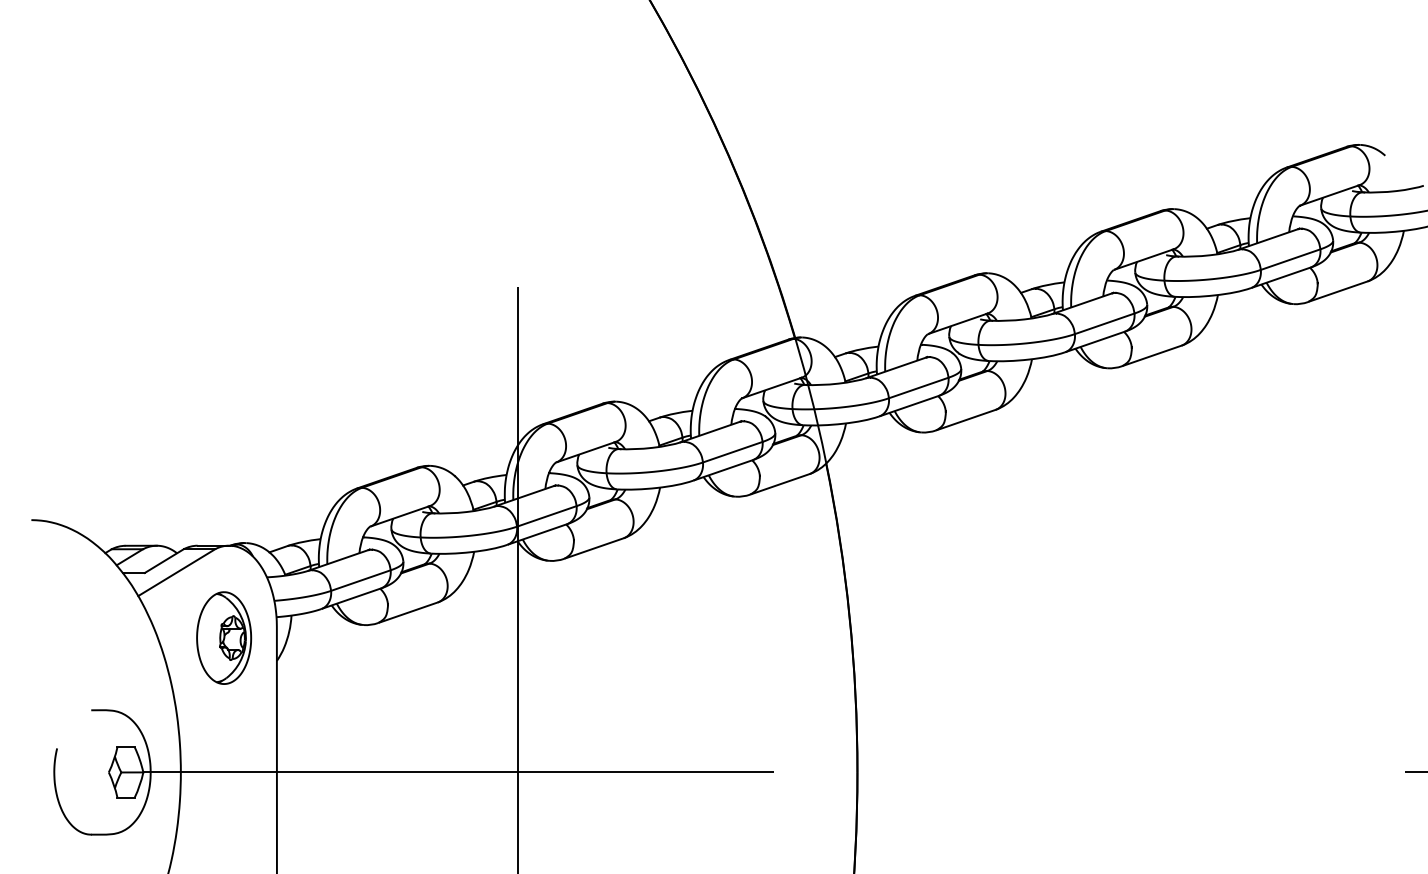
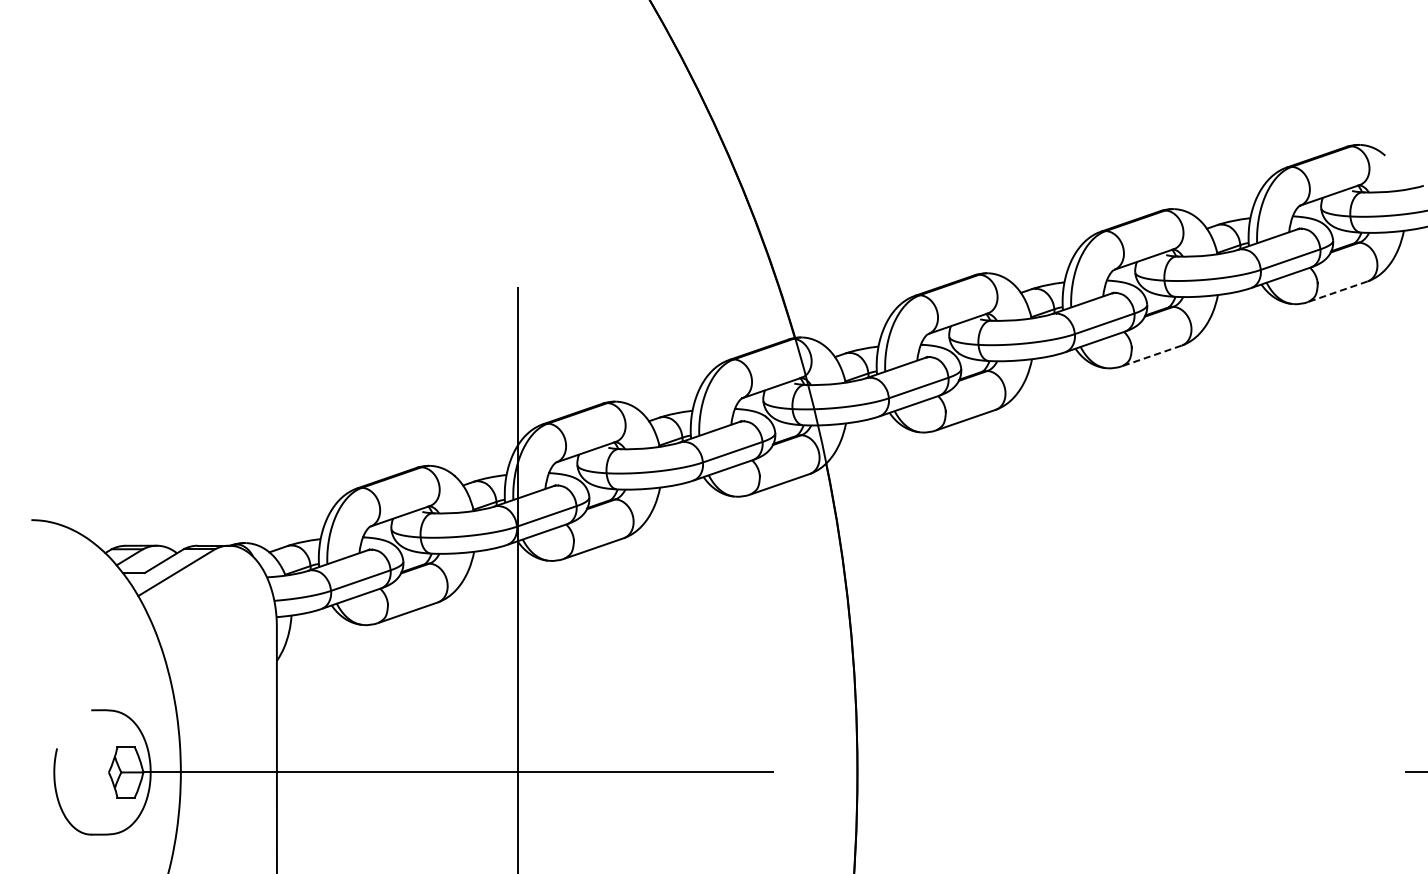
line at (1338, 291): solid -> dashed
line at (1151, 355): solid -> dashed
part at (224, 637): present -> none
